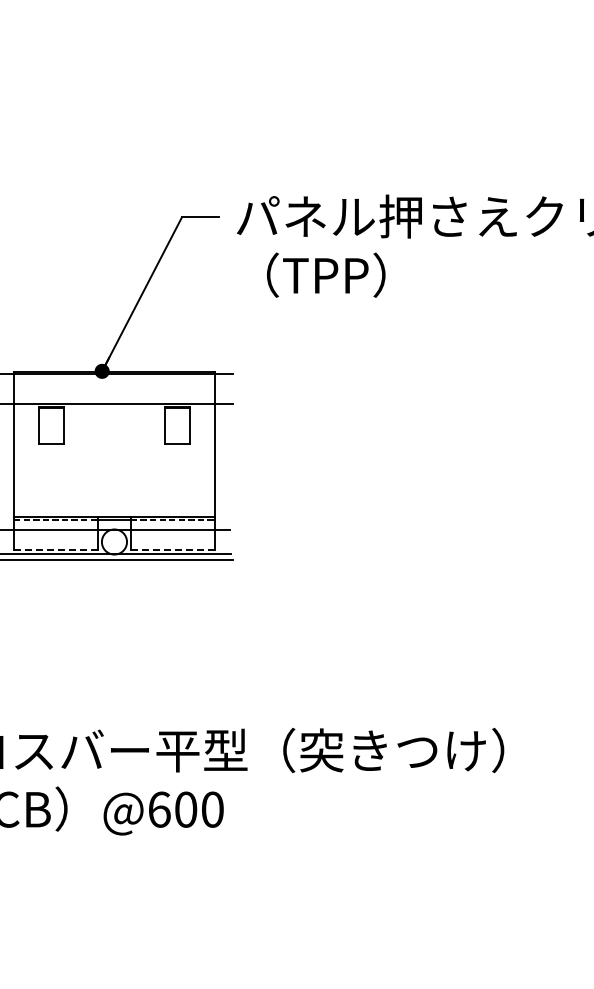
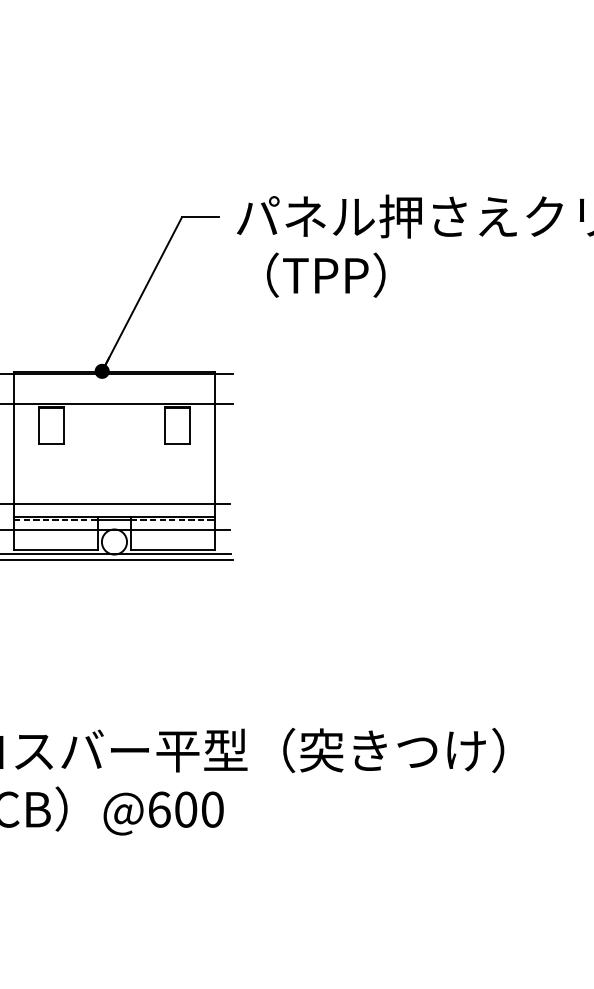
line at (115, 504): none -> present
line at (56, 549): dashed -> solid
line at (173, 549): dashed -> solid
